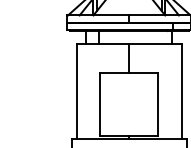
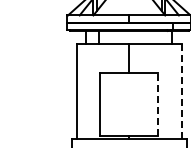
line at (182, 91): solid -> dashed
line at (158, 104): solid -> dashed
